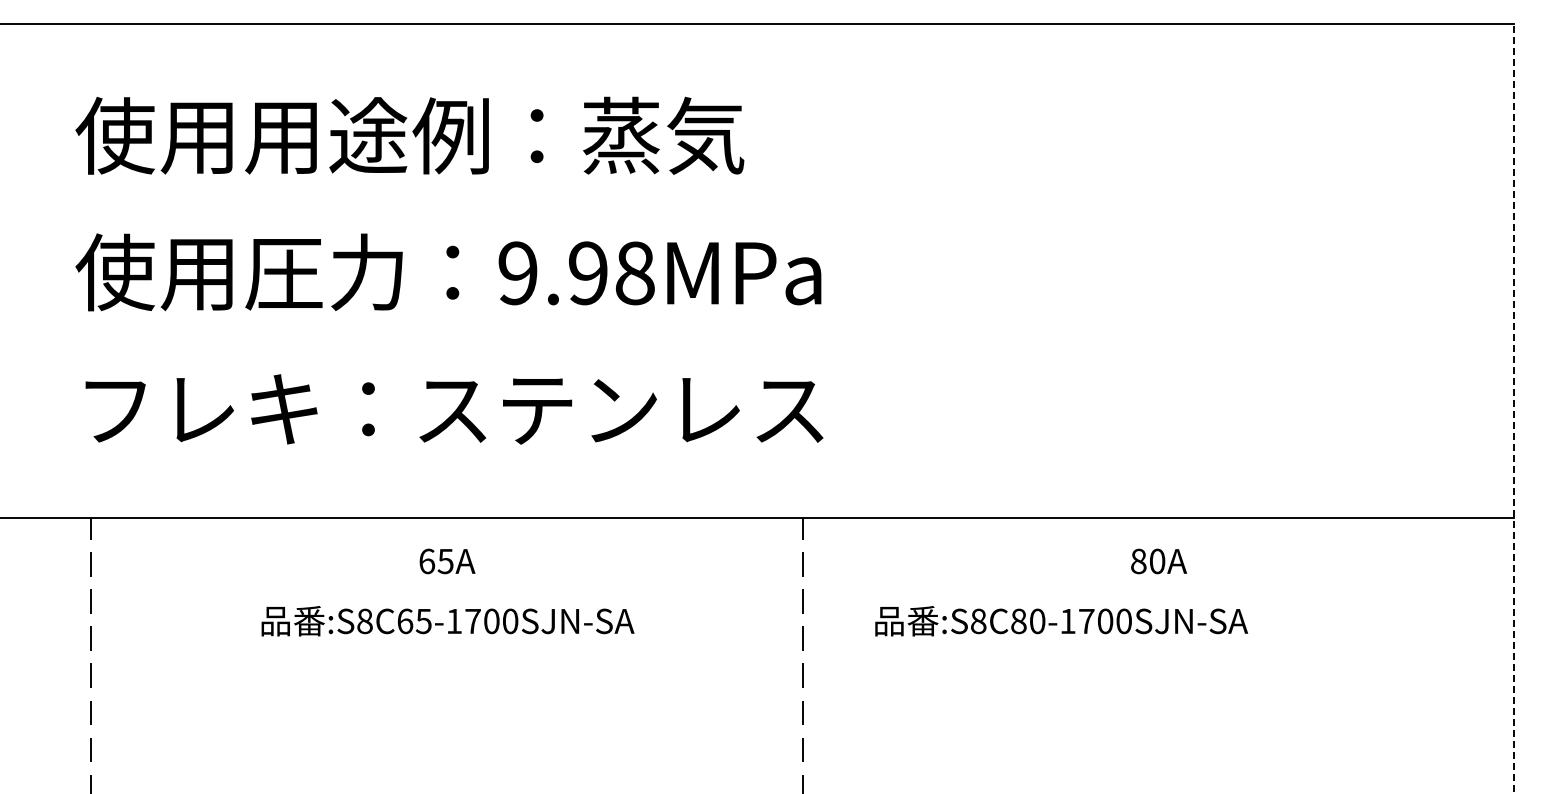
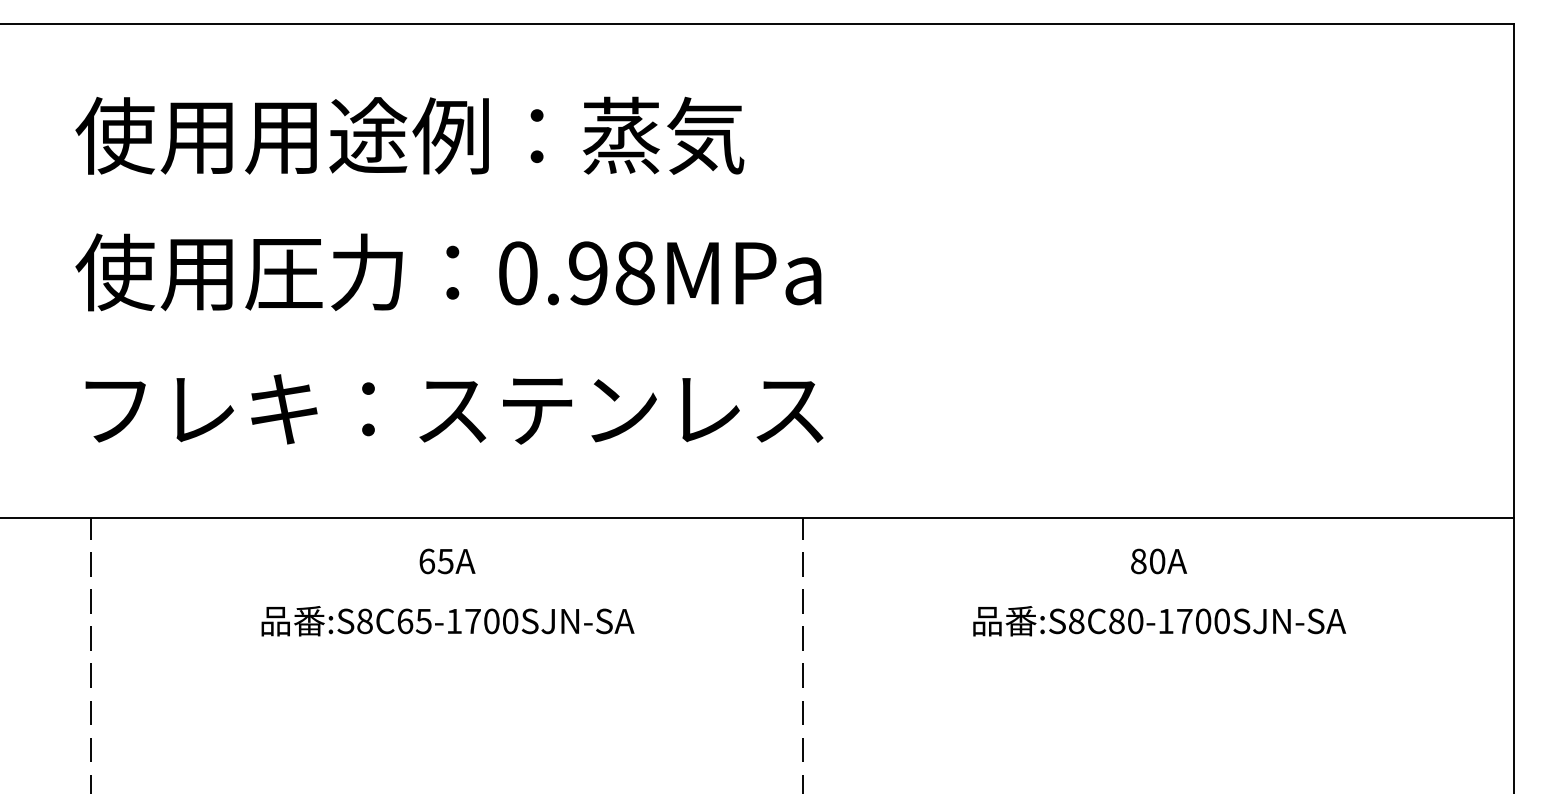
text at (517, 273): 9.98MPa -> 0.98MPa
line at (1514, 408): dashed -> solid
text at (1061, 621) position: (1061, 621) -> (1159, 621)
